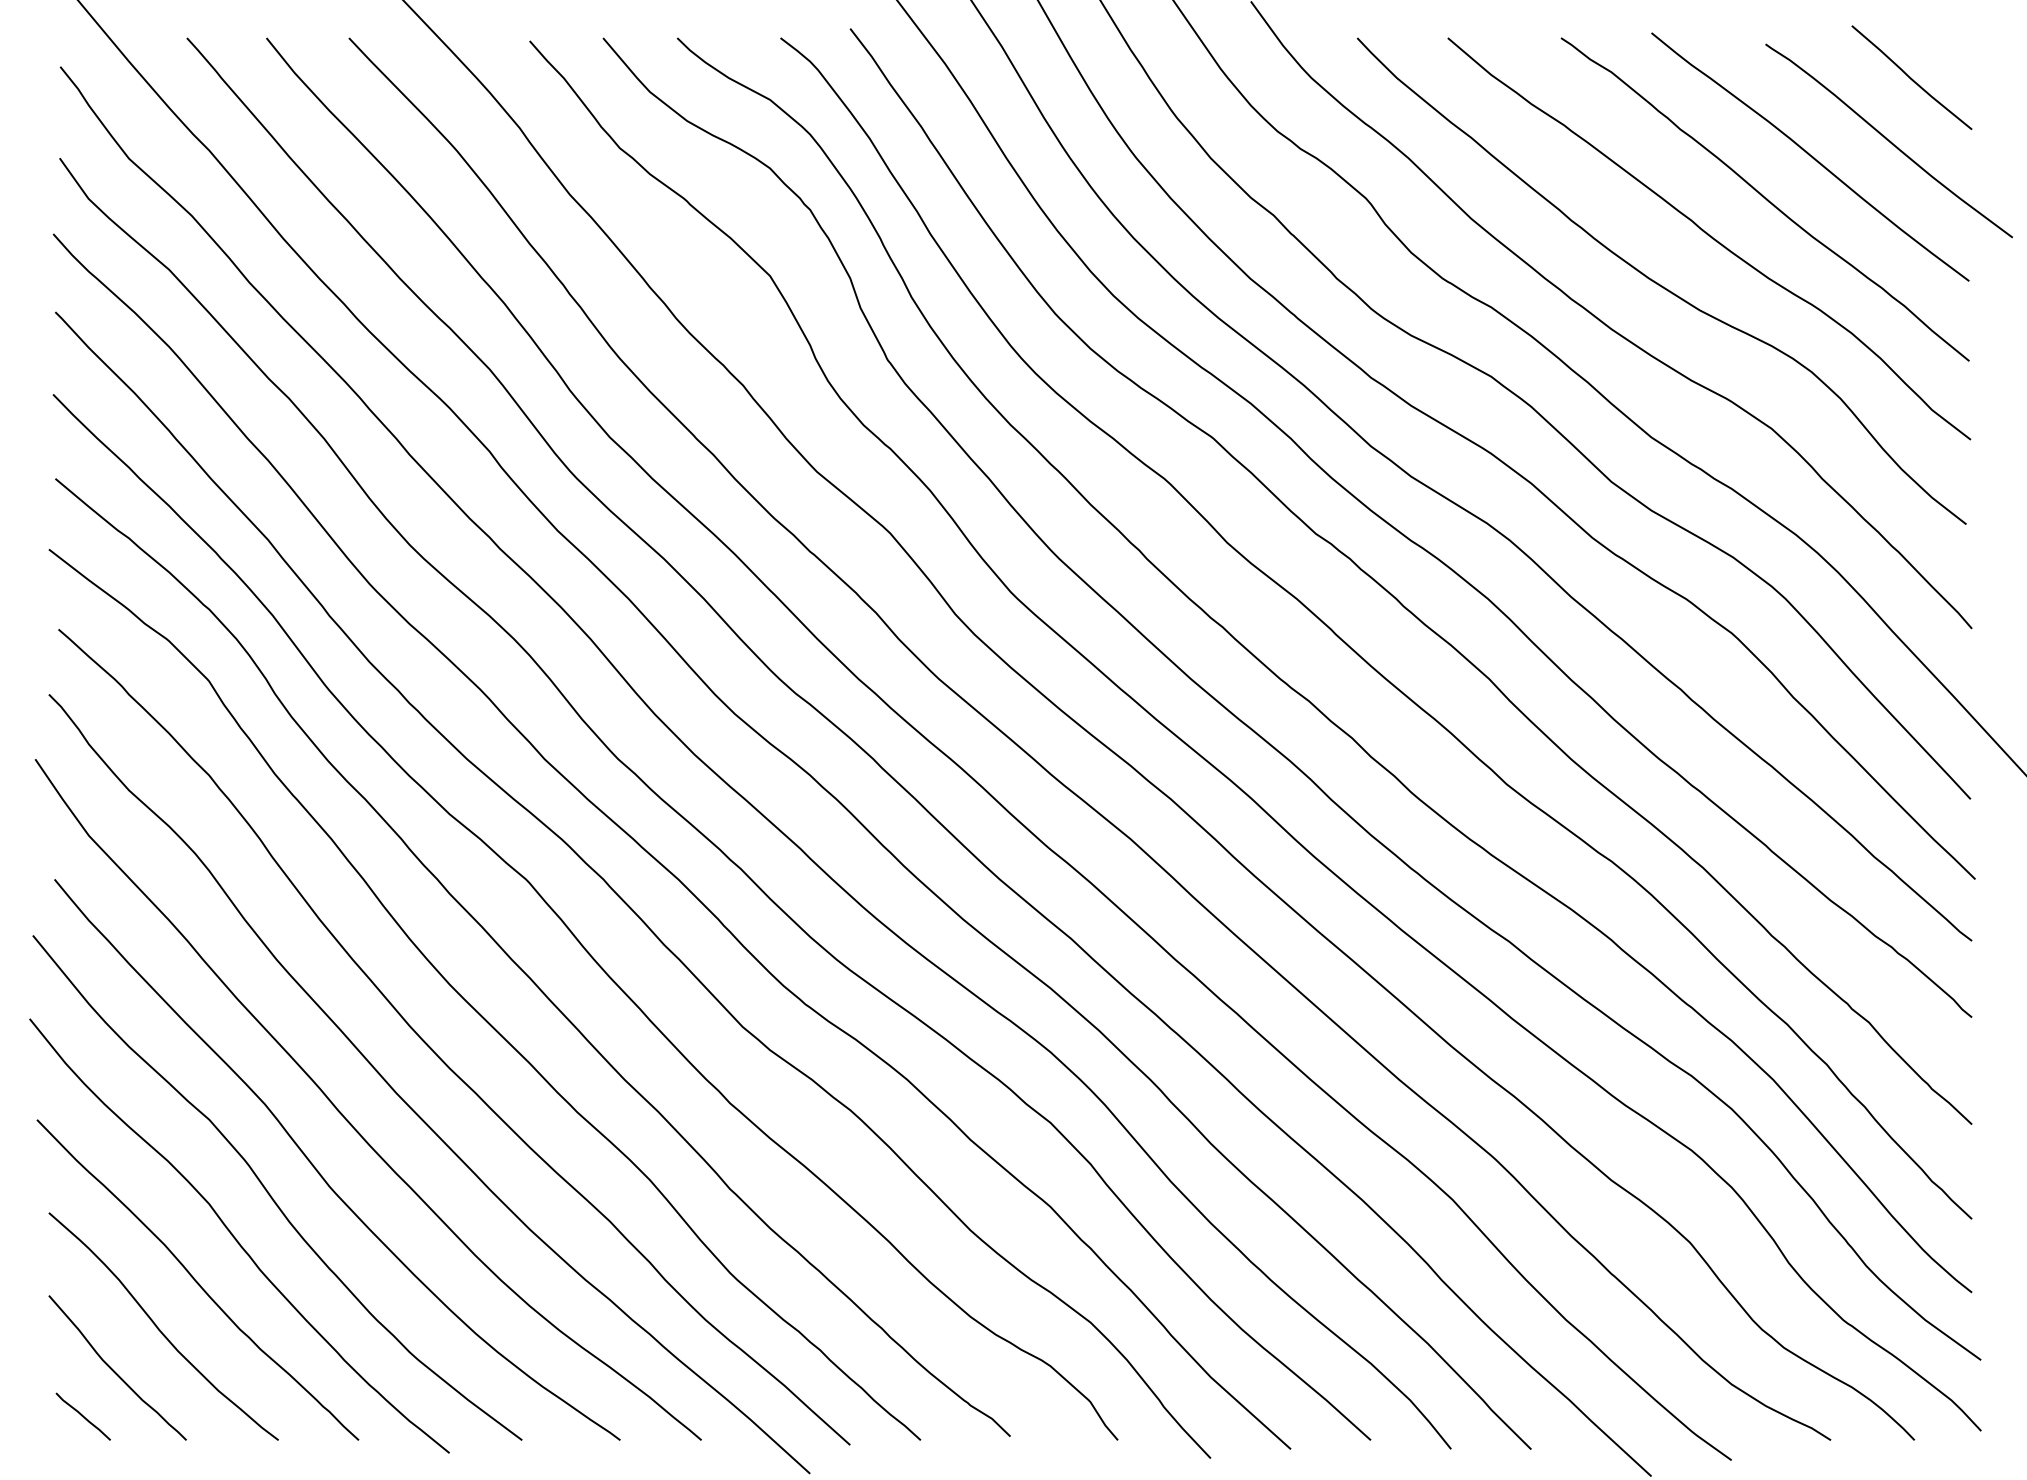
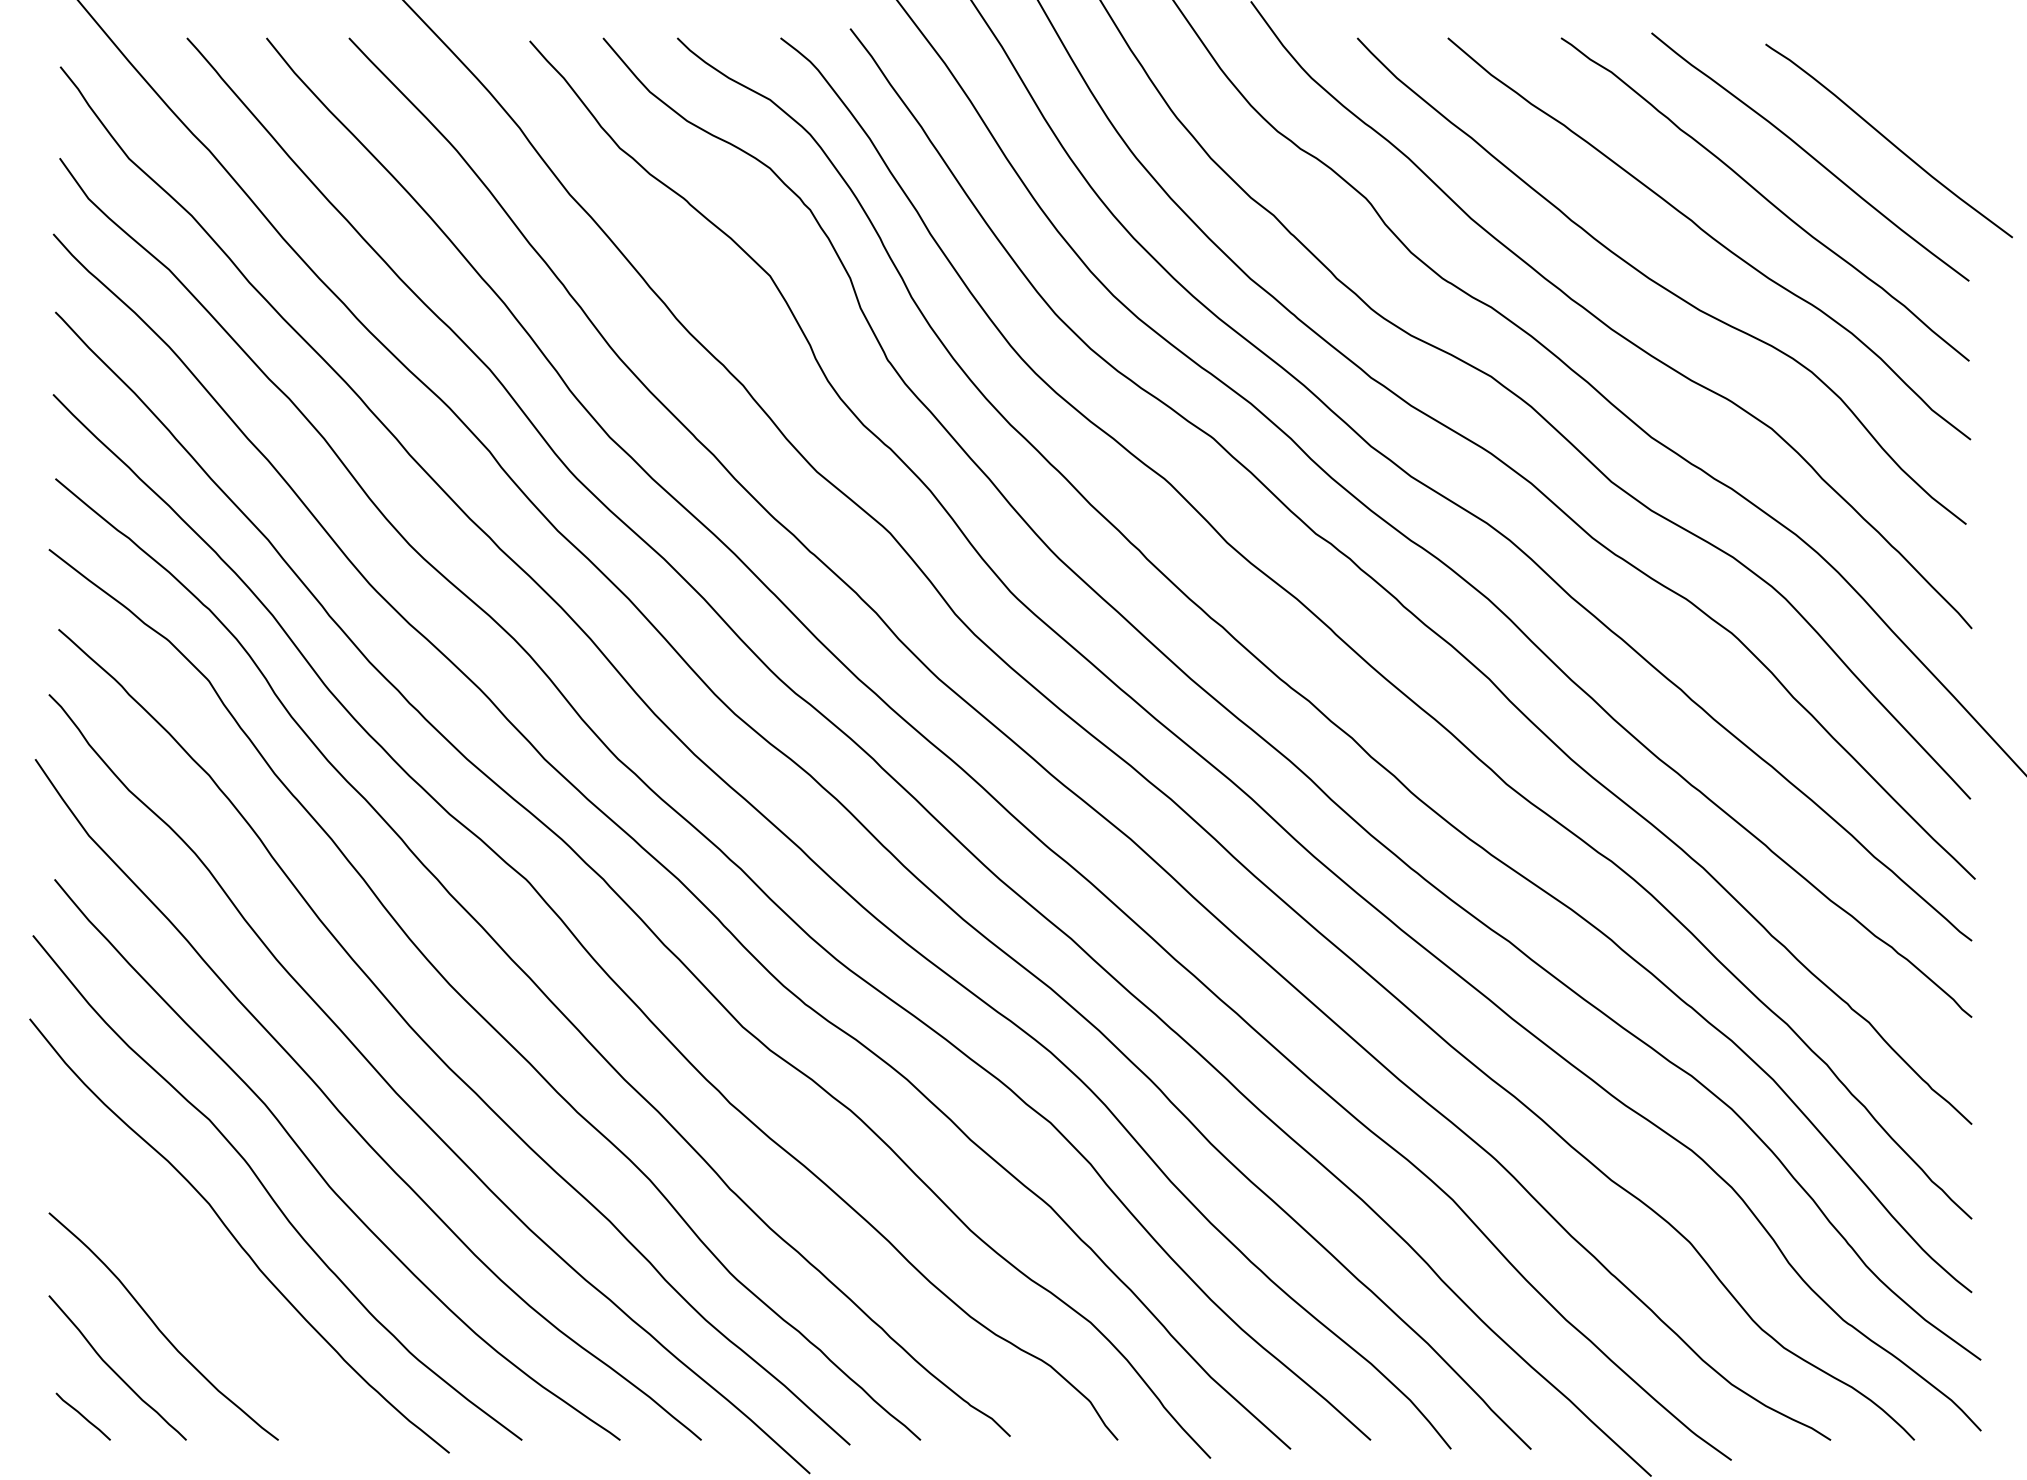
curve at (1911, 77): present -> none
curve at (196, 1280): present -> none
